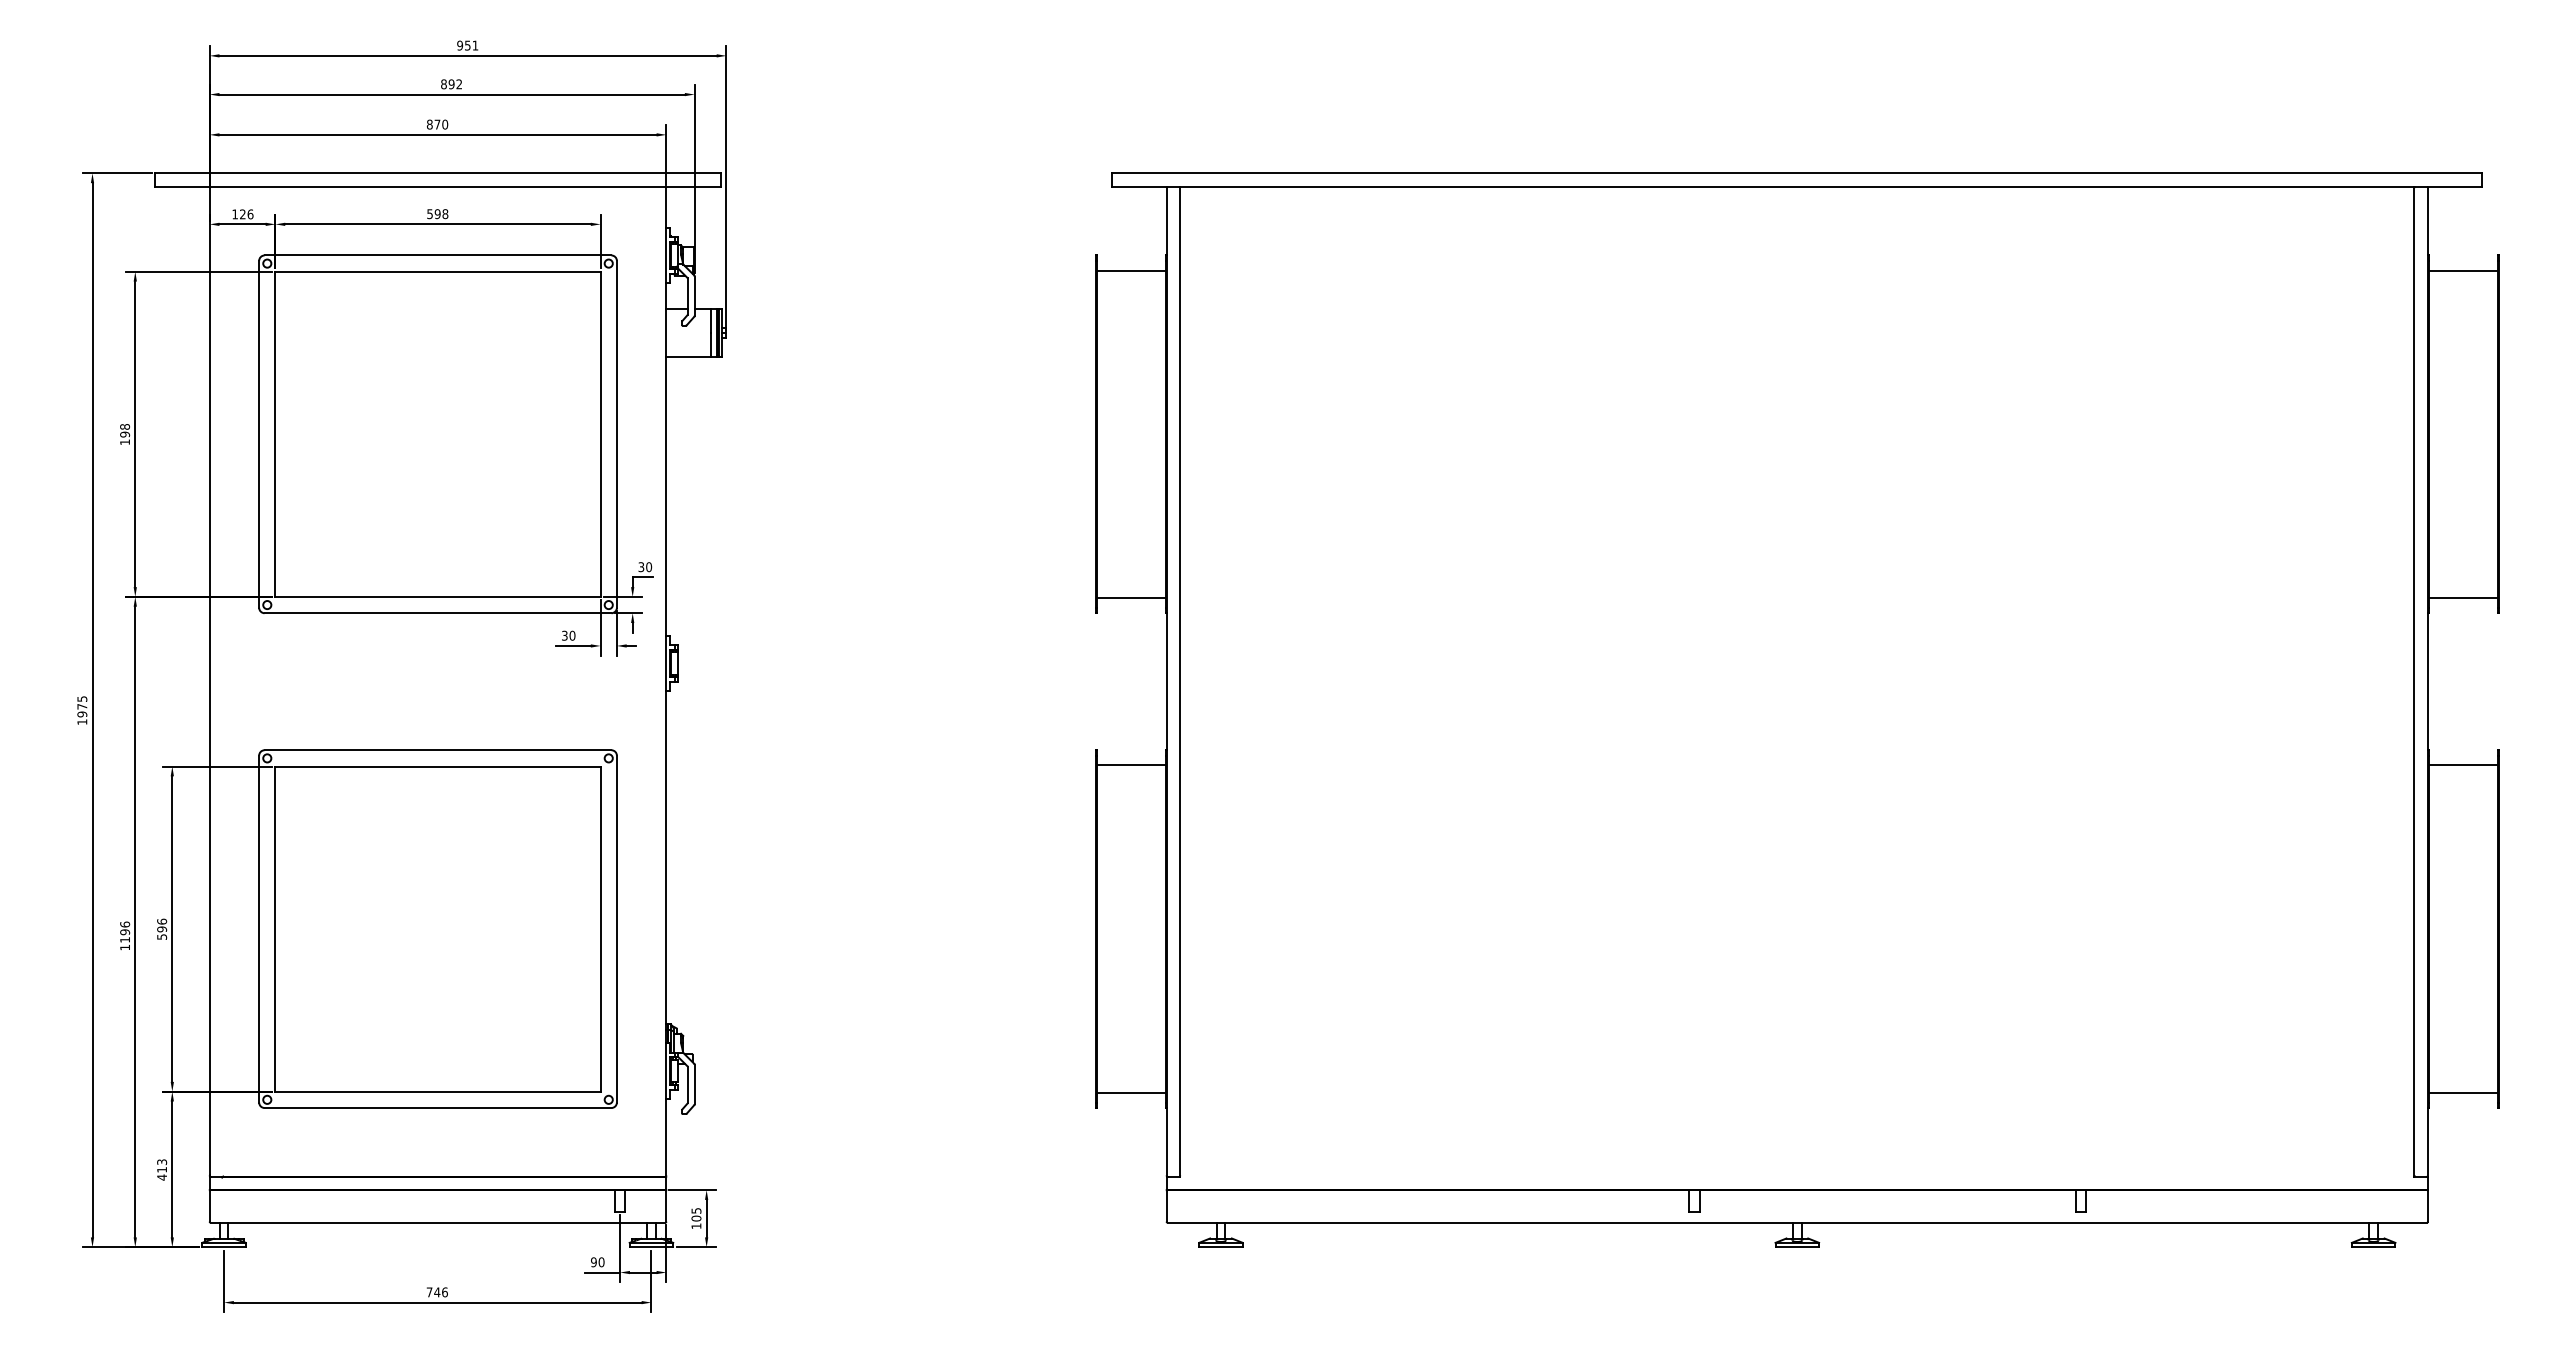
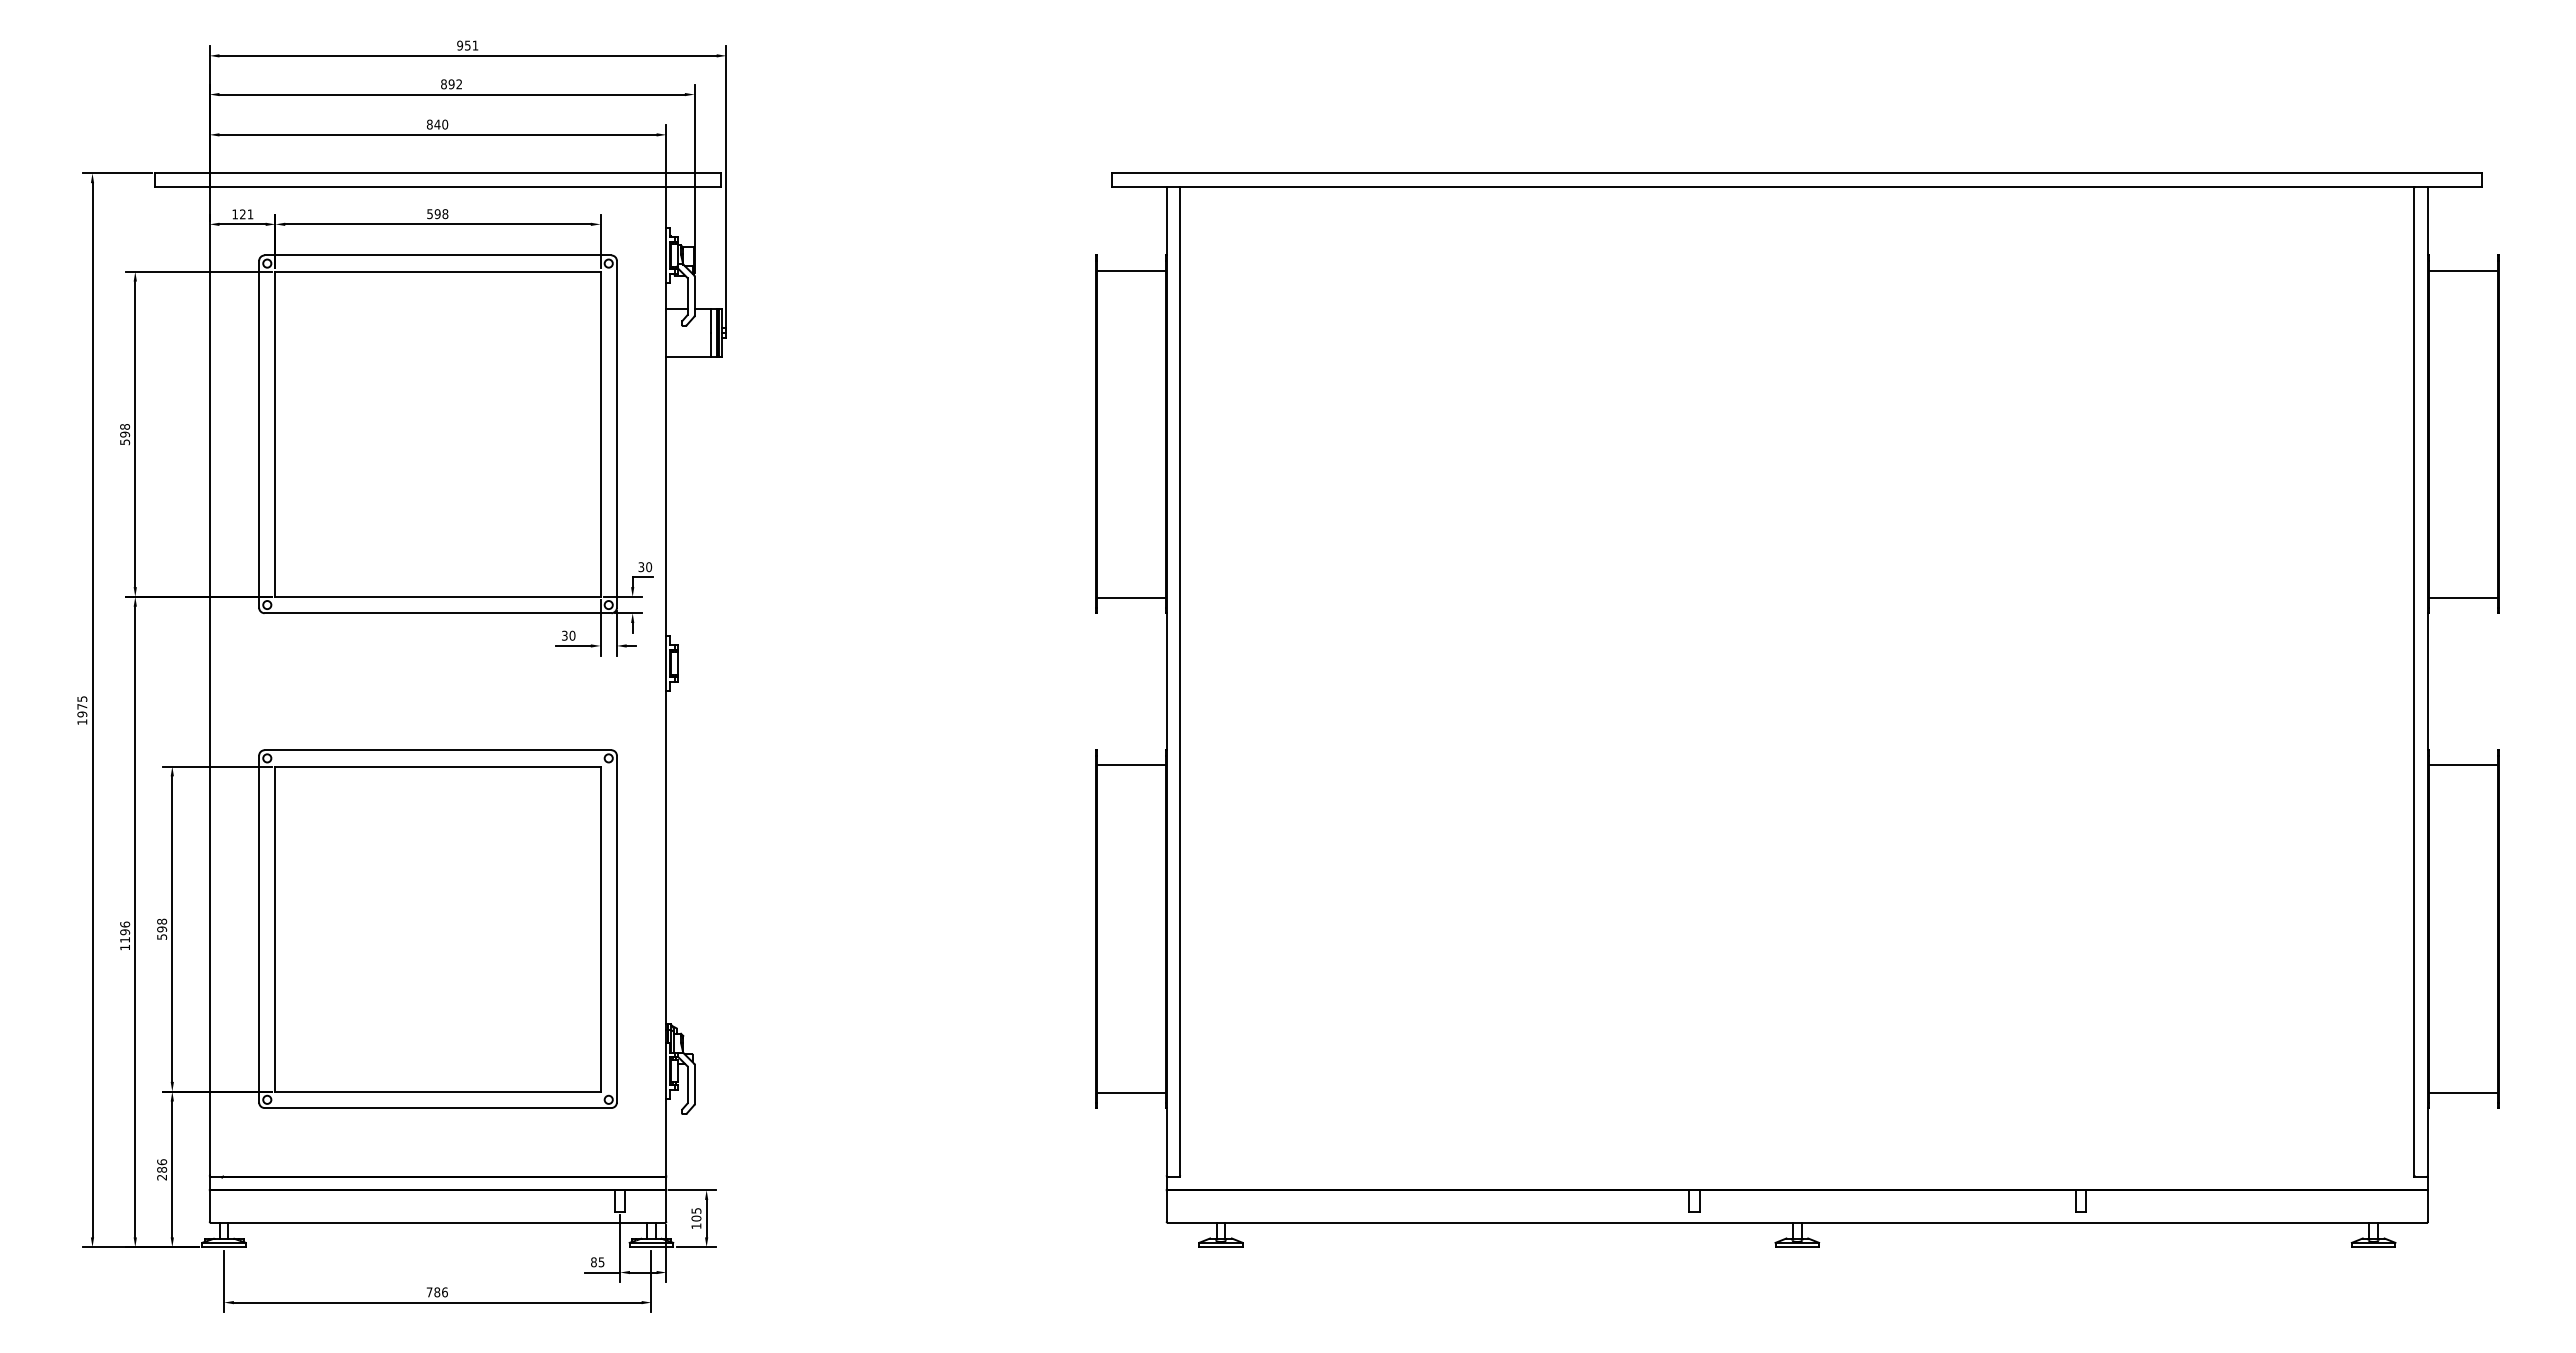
text at (437, 124): 870 -> 840
text at (250, 214): 126 -> 121
text at (125, 442): 198 -> 598
text at (161, 921): 596 -> 598
text at (162, 1169): 413 -> 286
text at (597, 1262): 90 -> 85
text at (437, 1292): 746 -> 786
